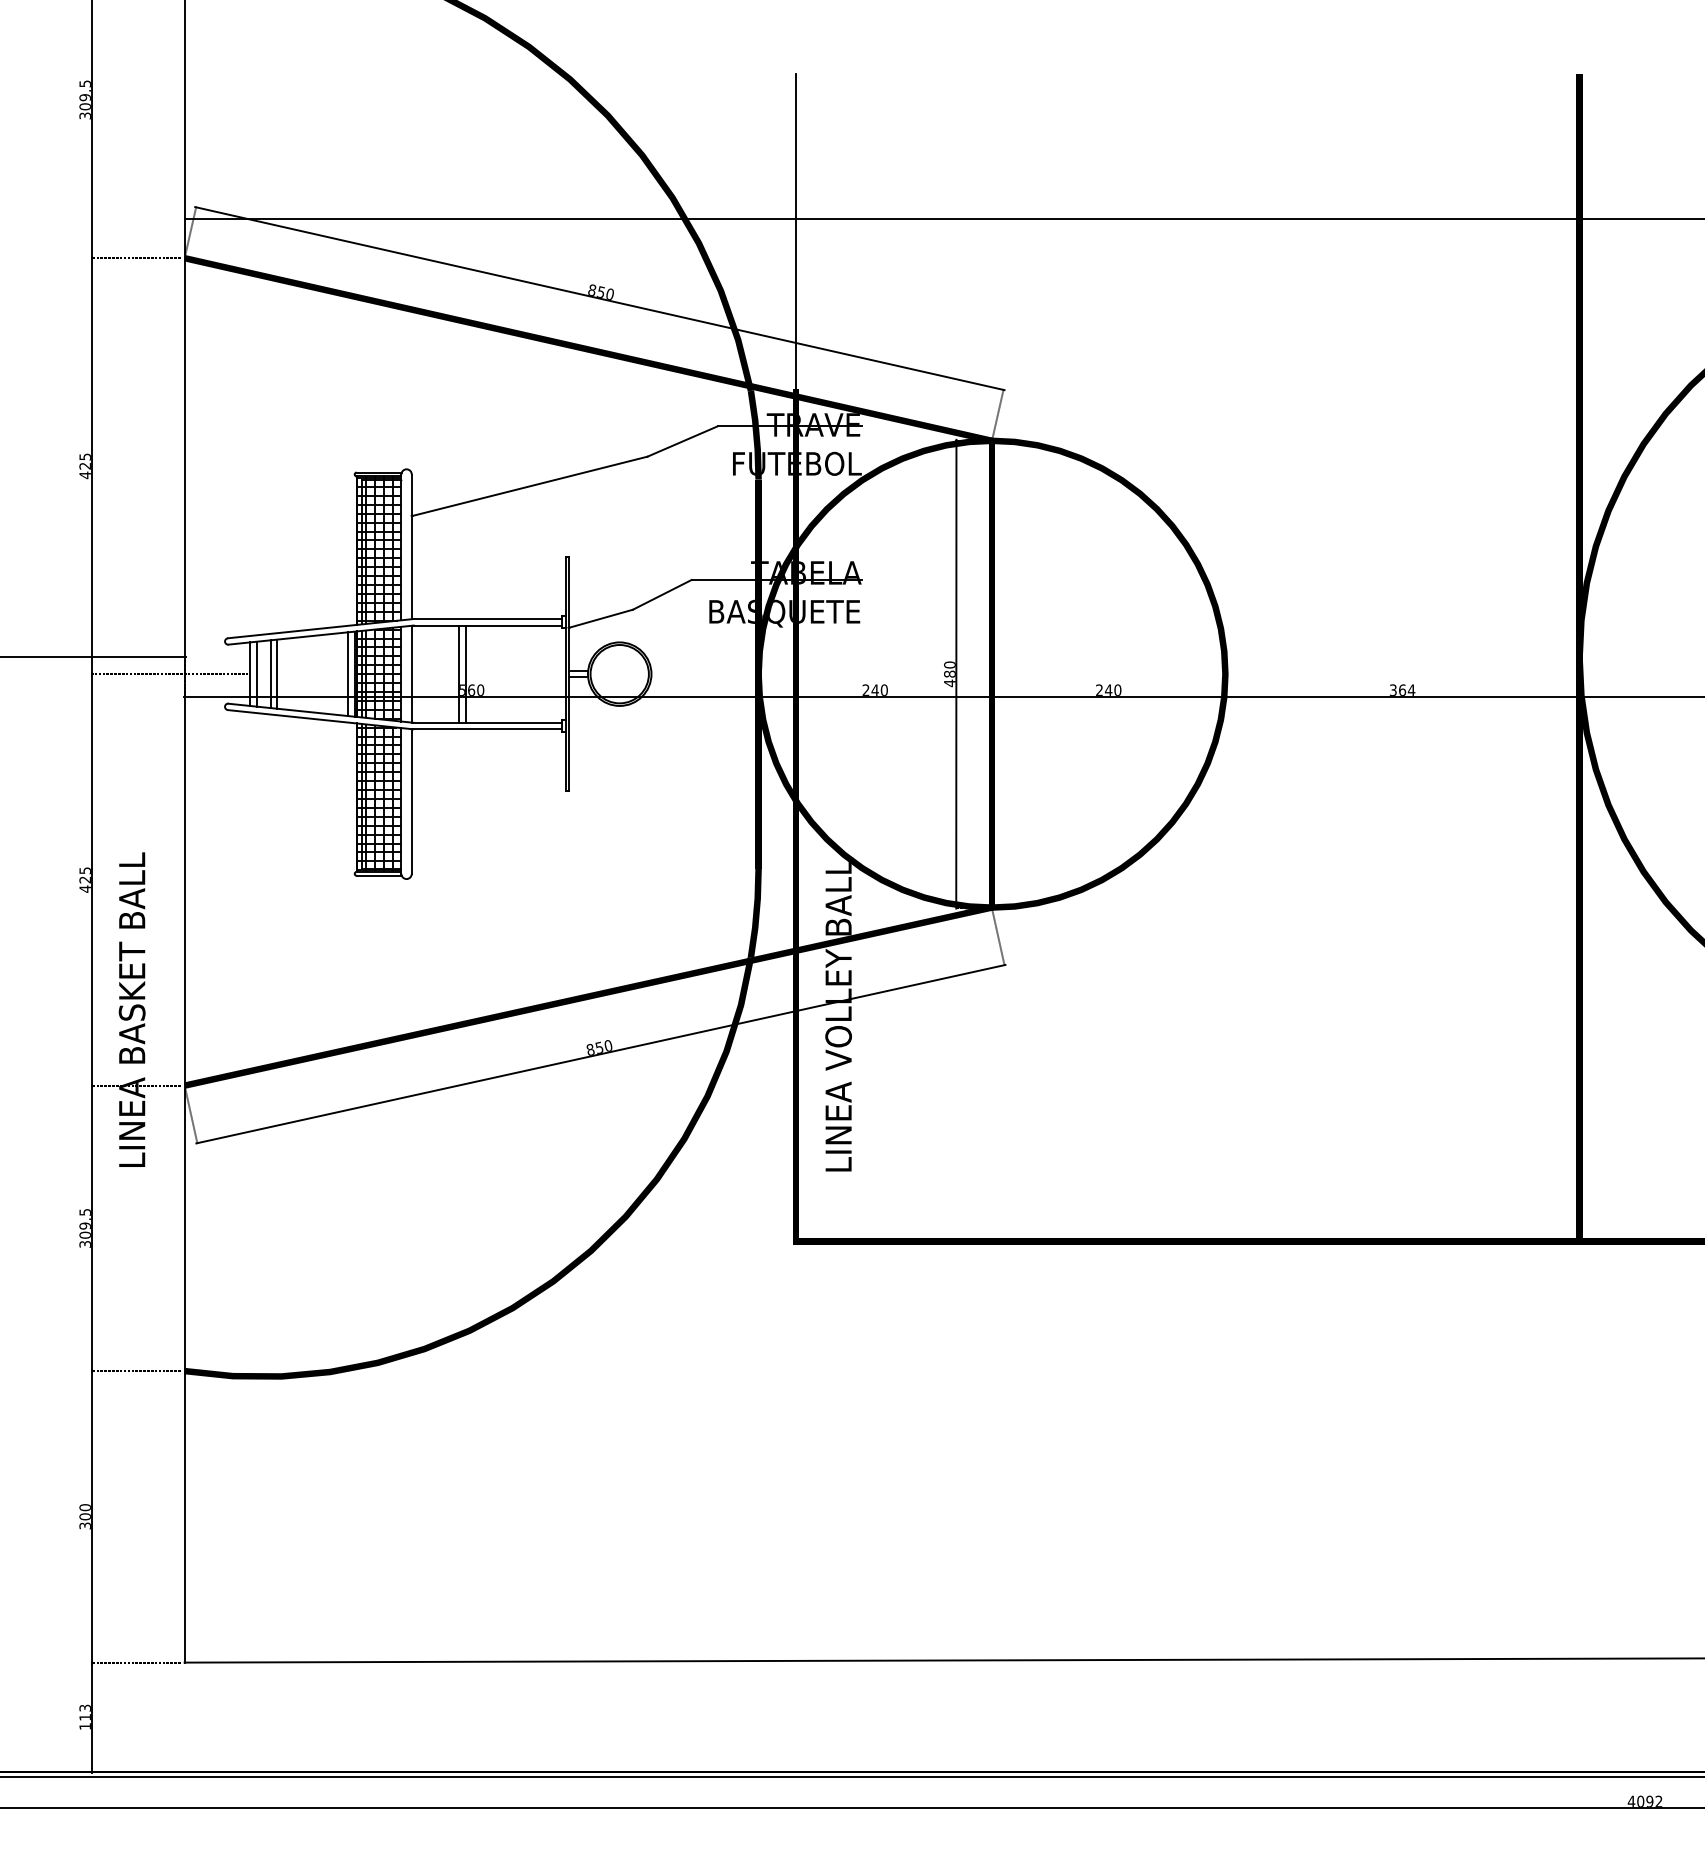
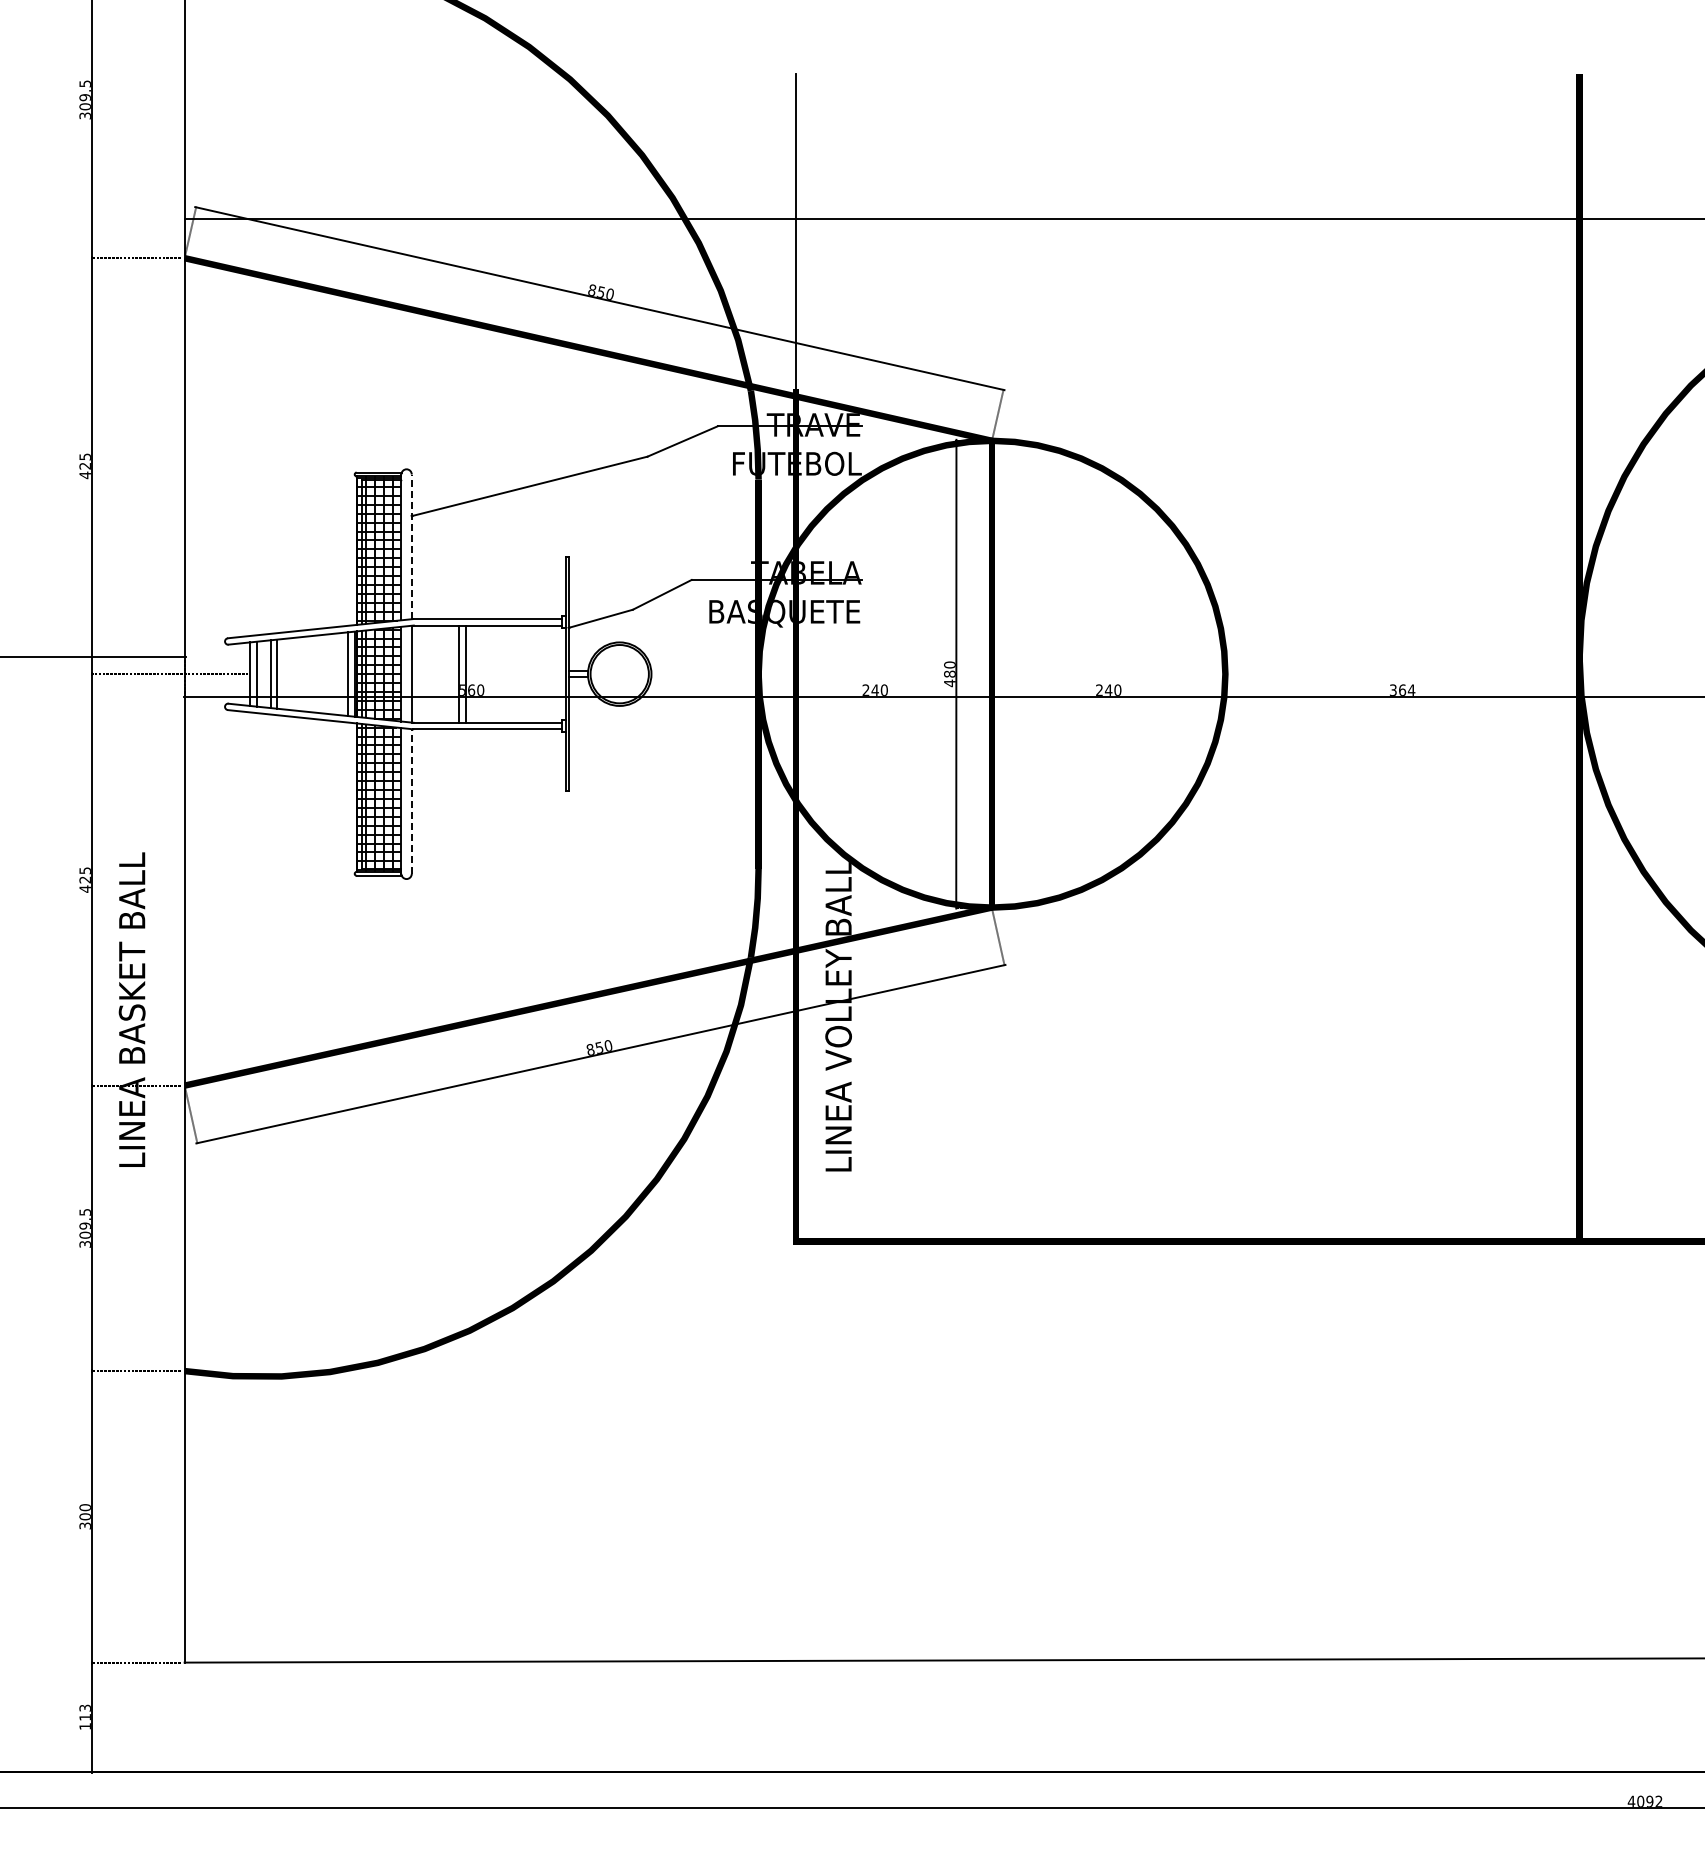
line at (411, 546): solid -> dashed
line at (411, 801): solid -> dashed
line at (851, 1776): present -> none
